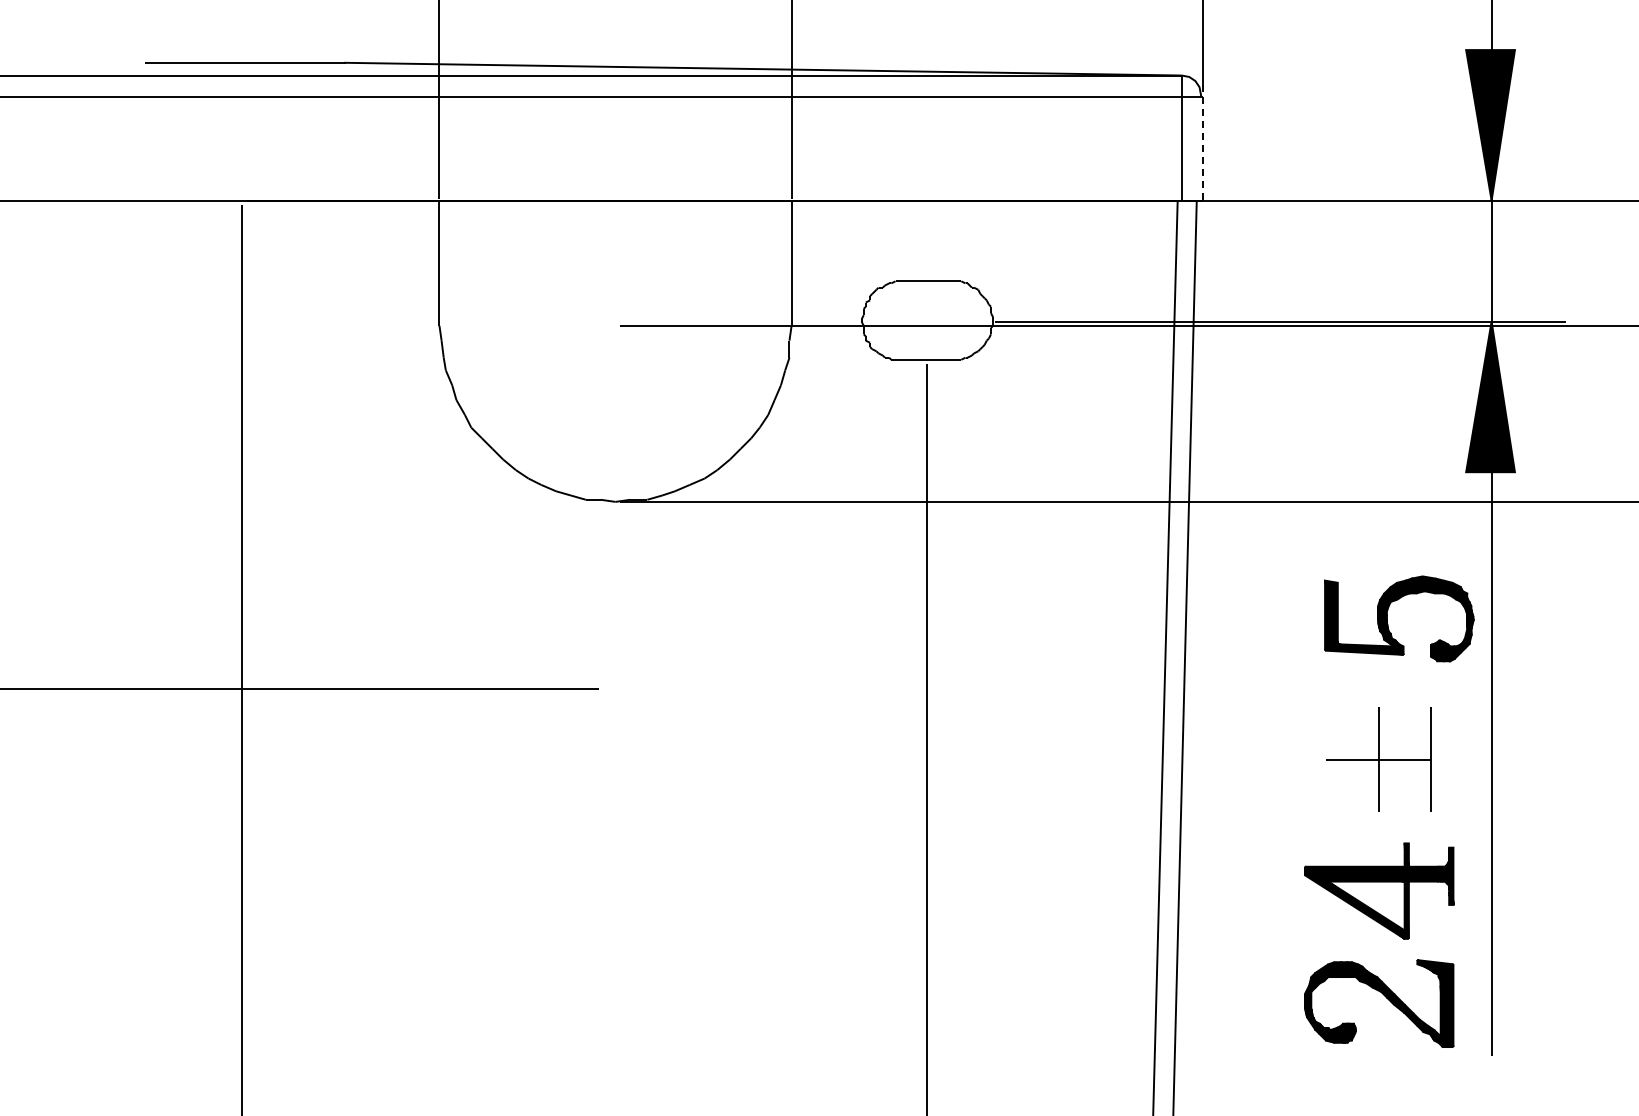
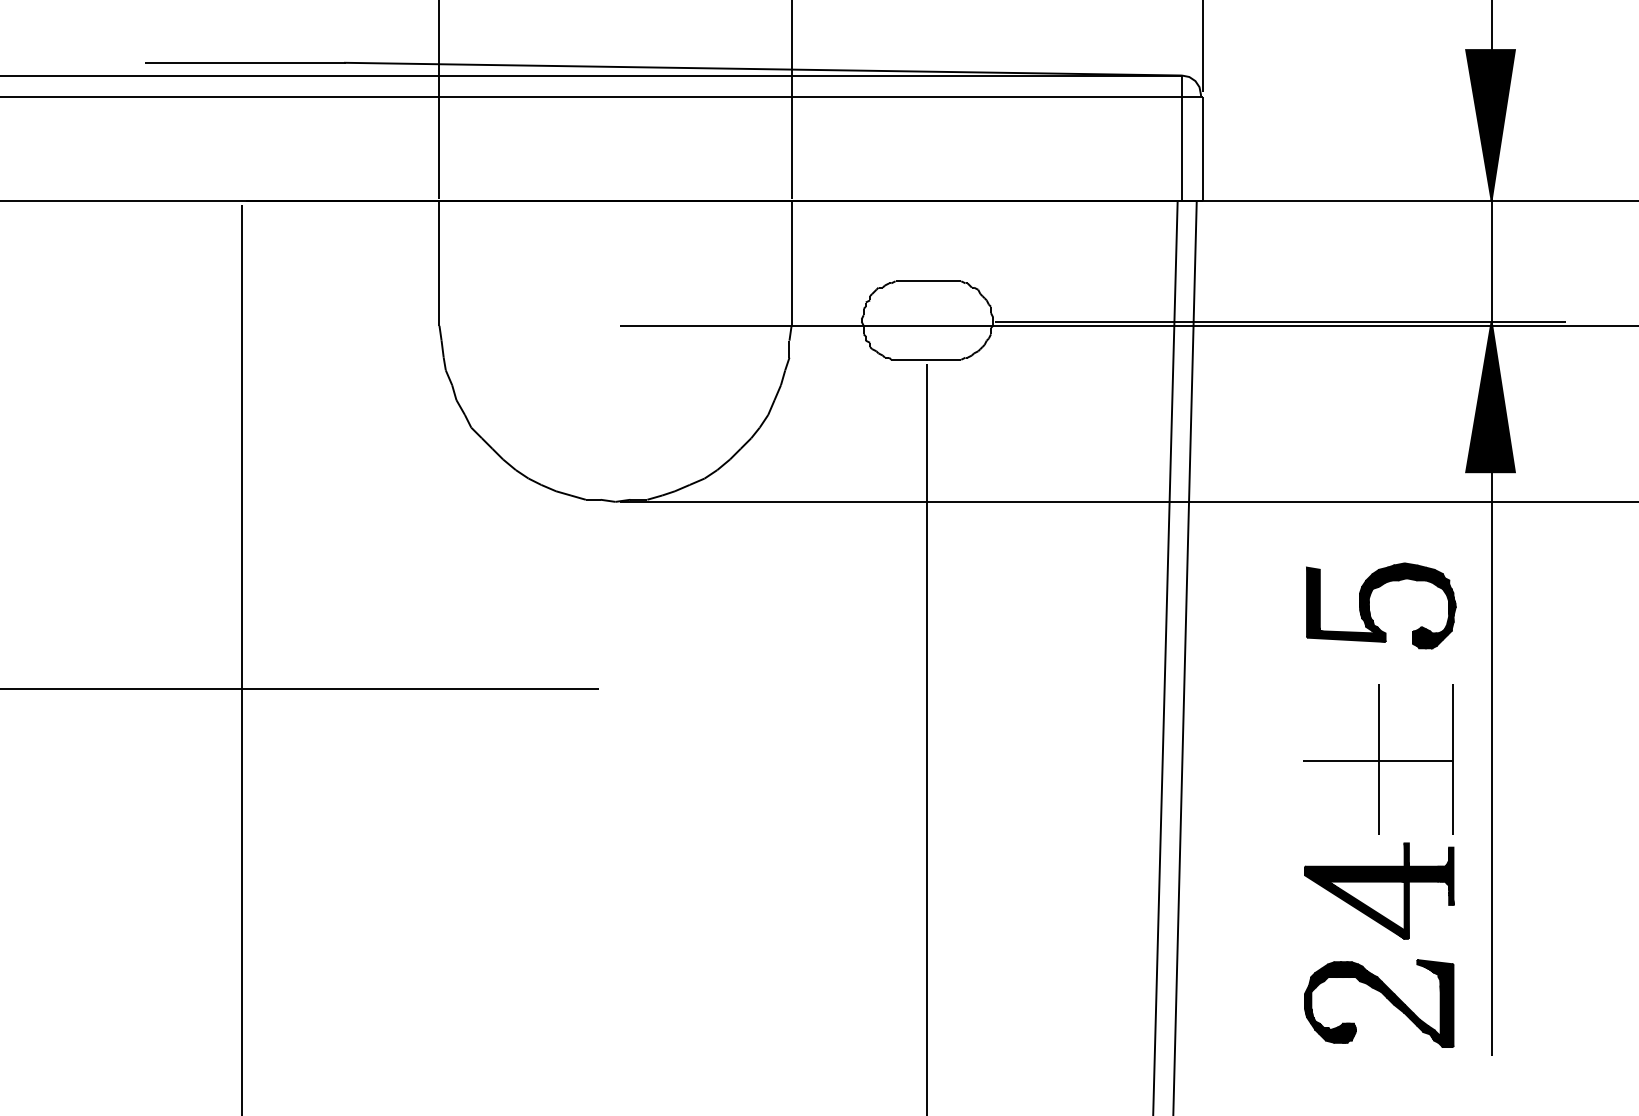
line at (1203, 148): dashed -> solid
part at (1387, 618) position: (1387, 618) -> (1369, 605)
part at (1378, 759) size: 106x105 px -> 151x151 px
